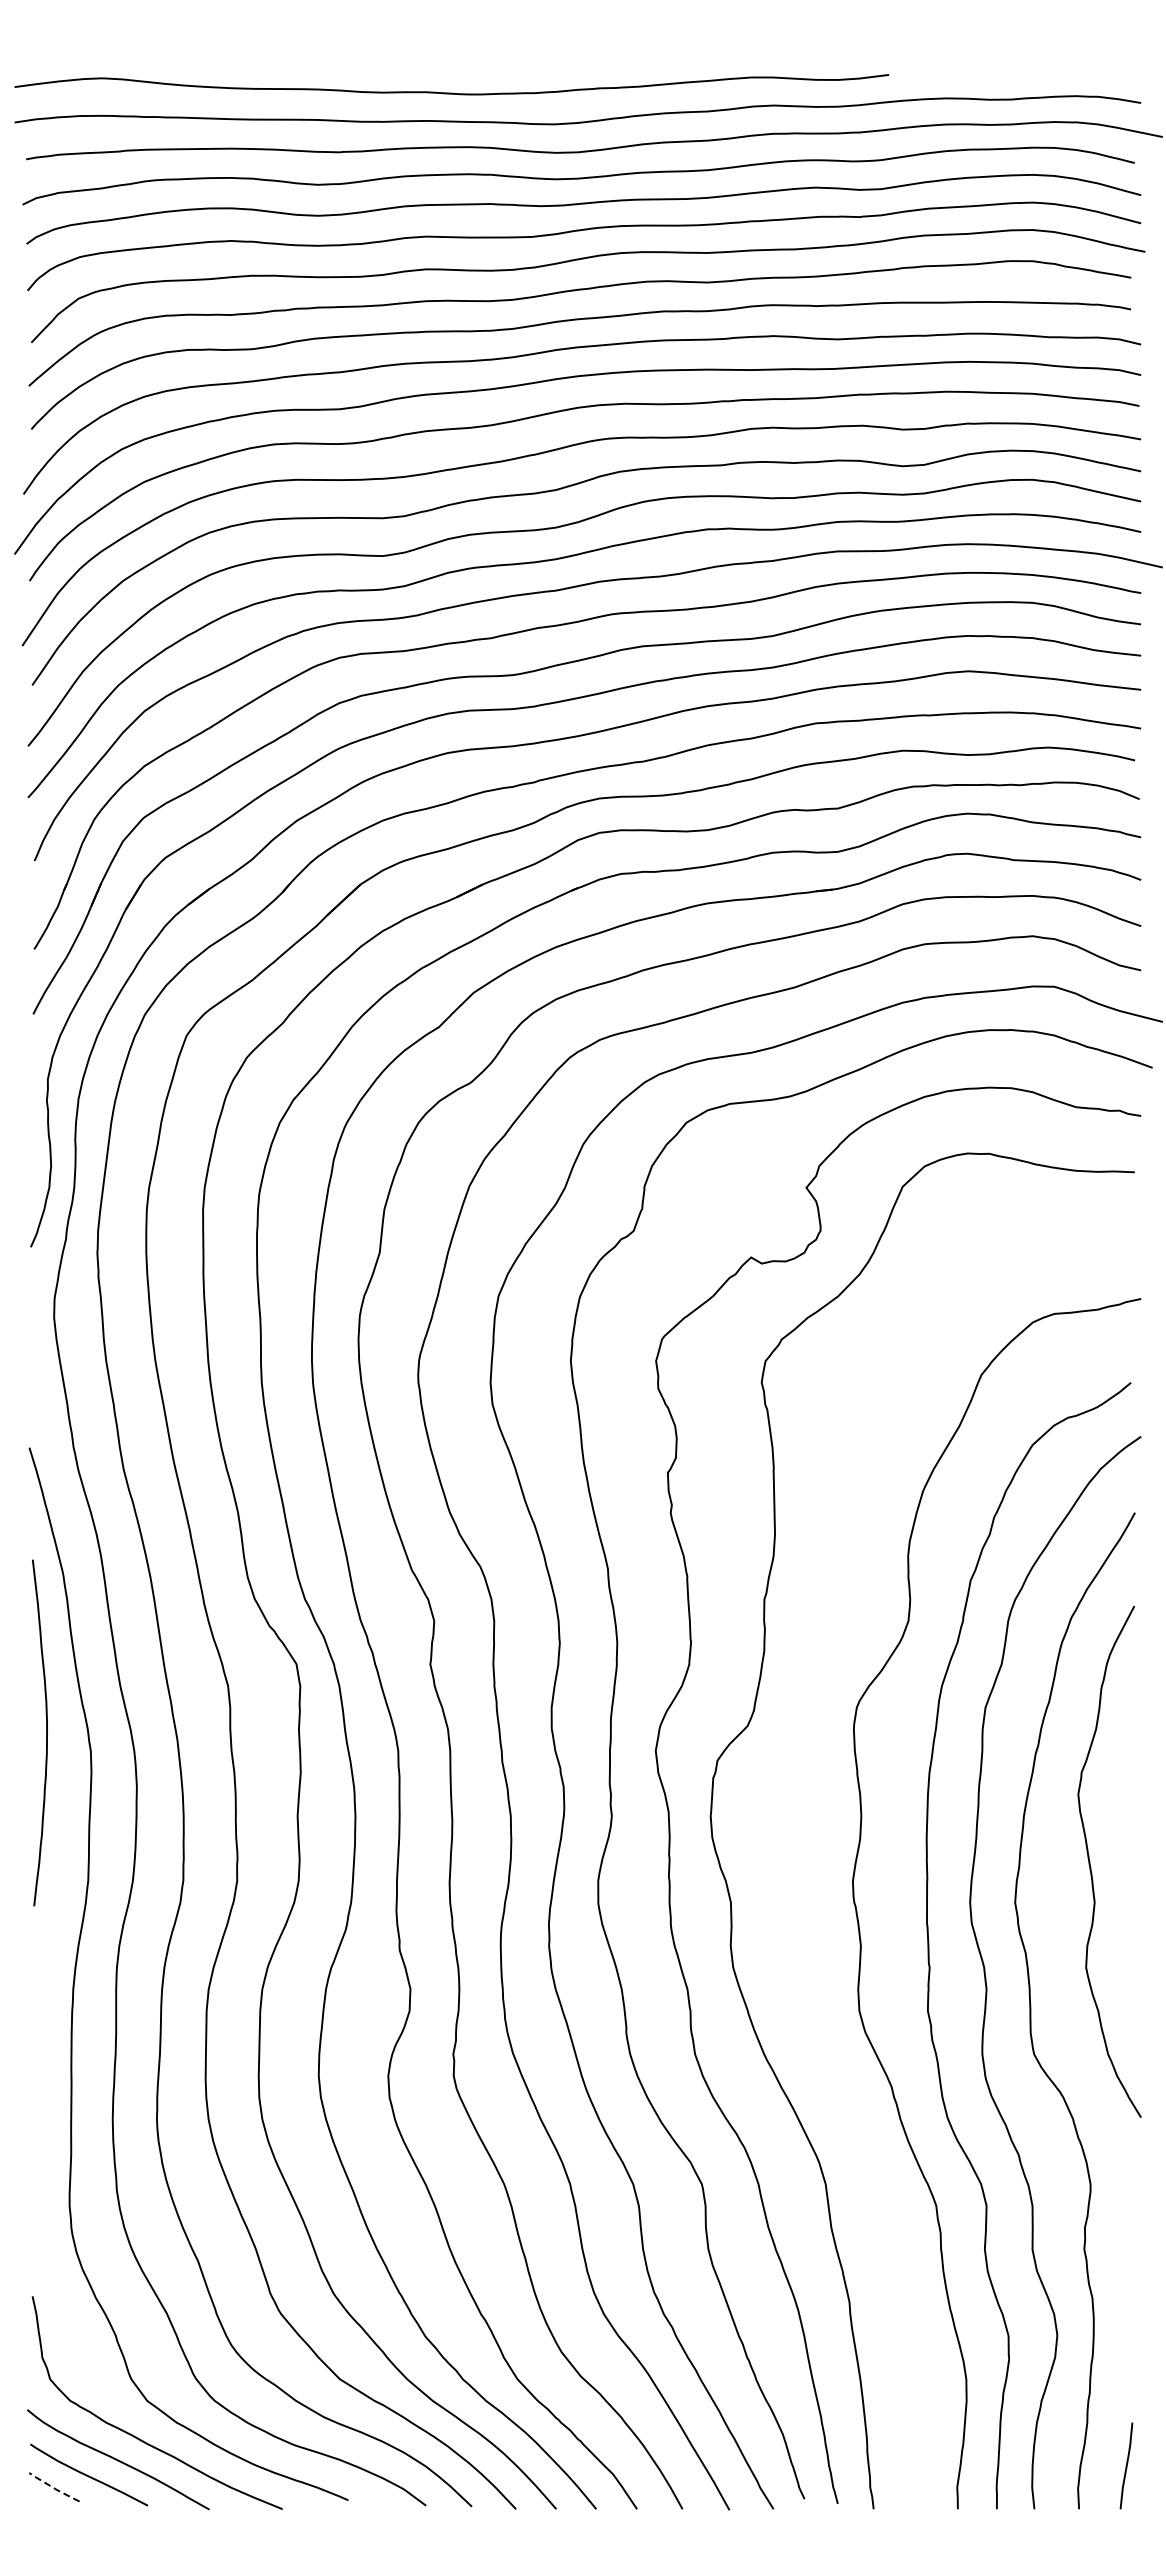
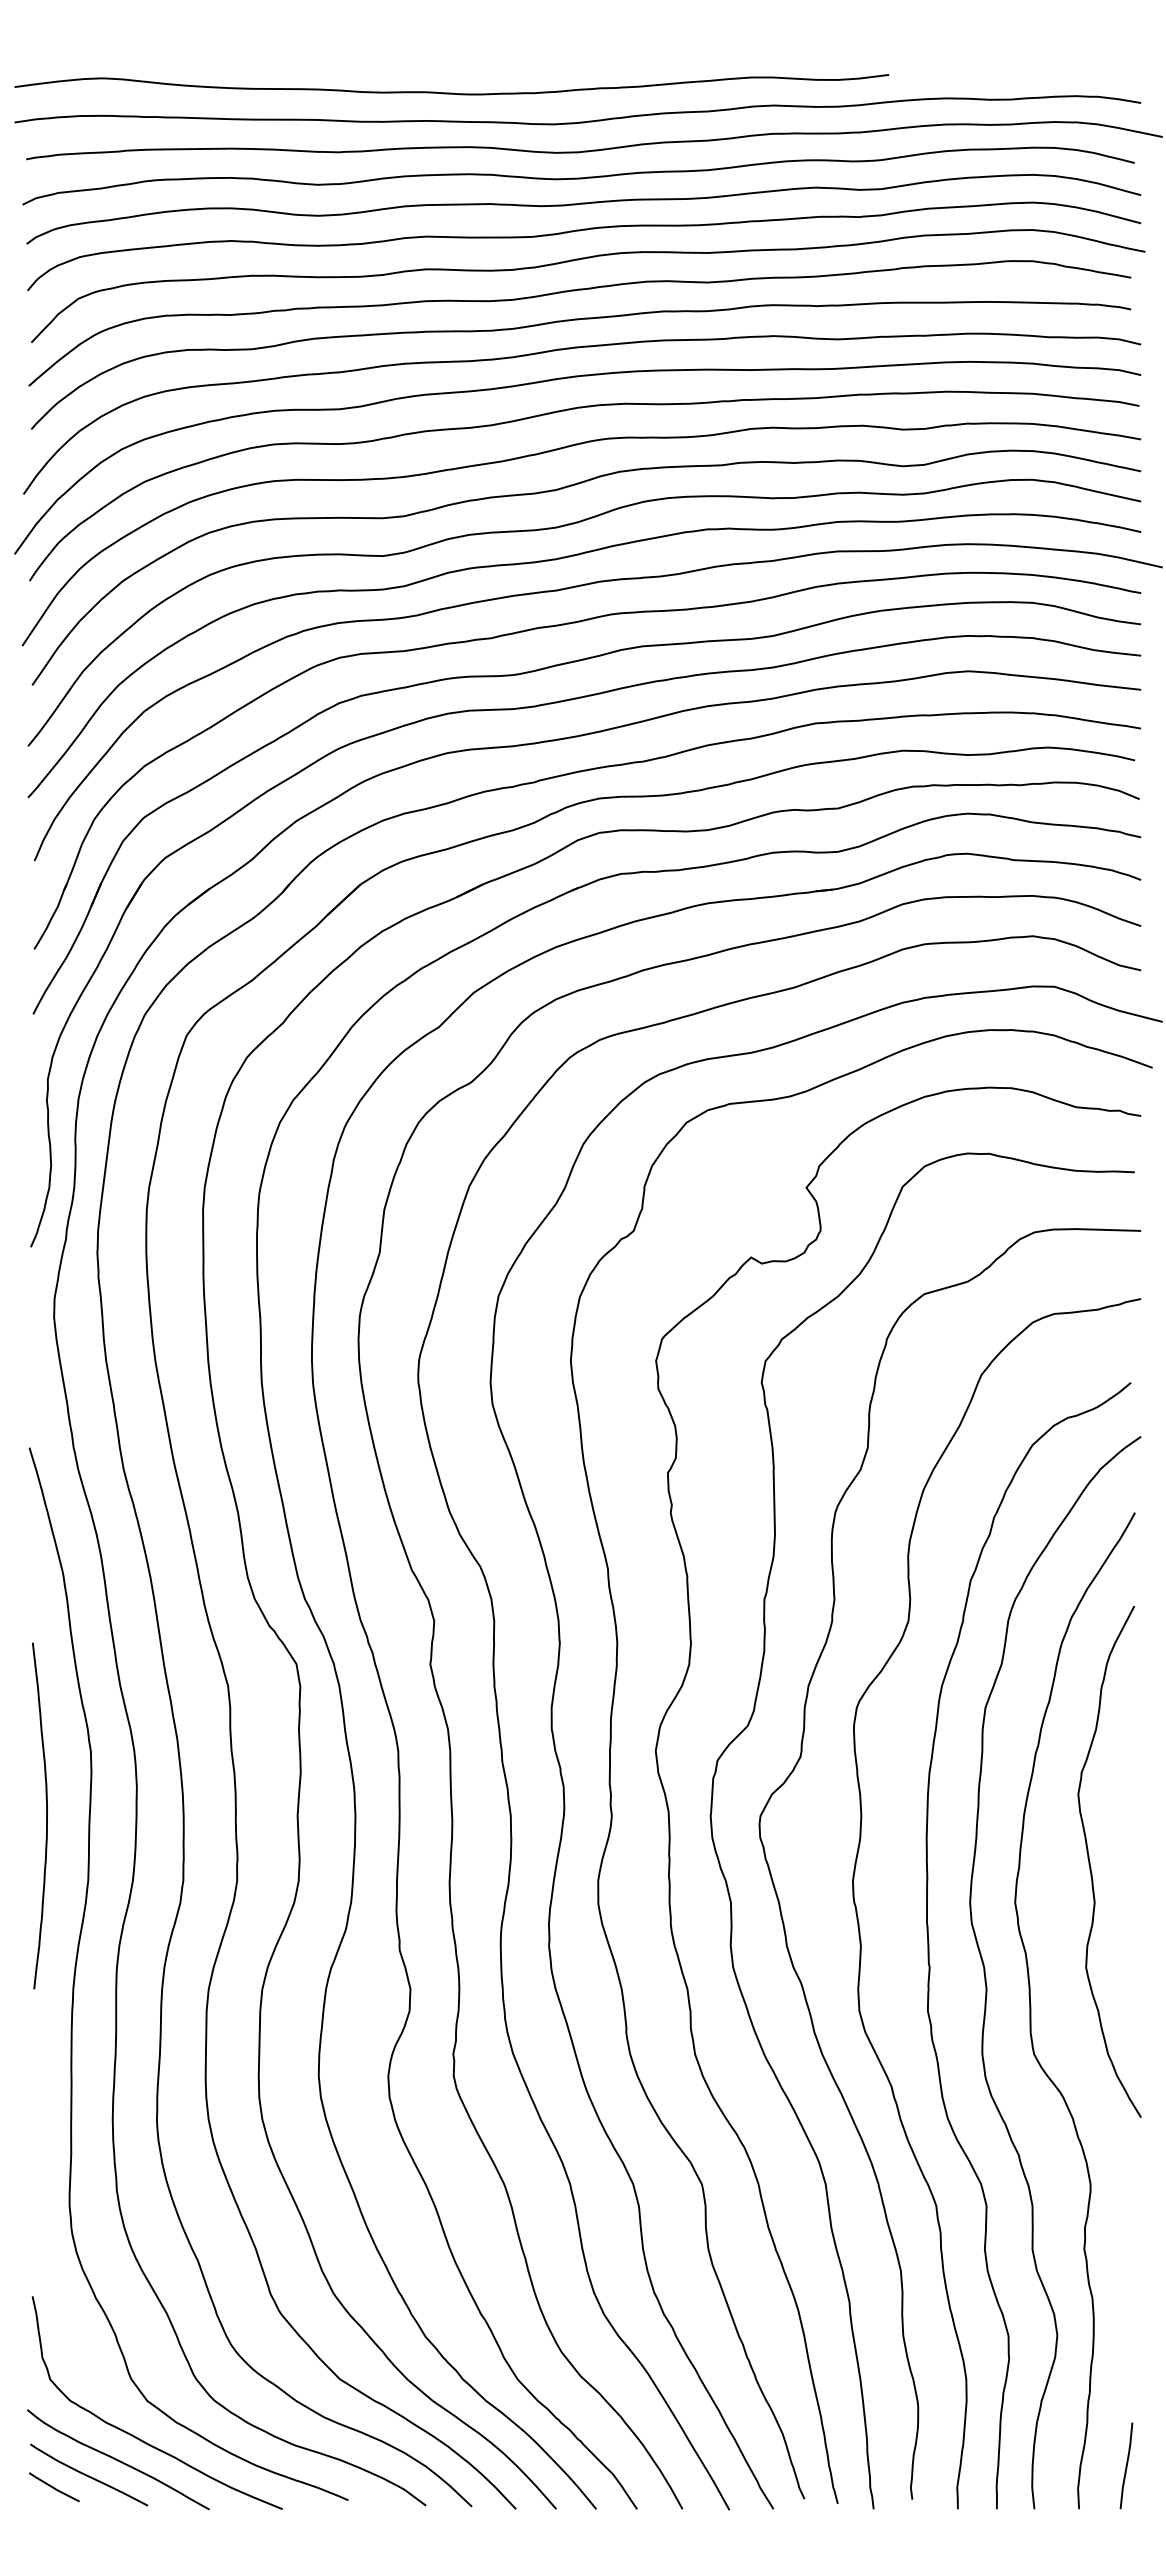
curve at (46, 1732) position: (46, 1732) -> (46, 1815)
curve at (780, 1903): none -> present
line at (53, 2488): dashed -> solid
